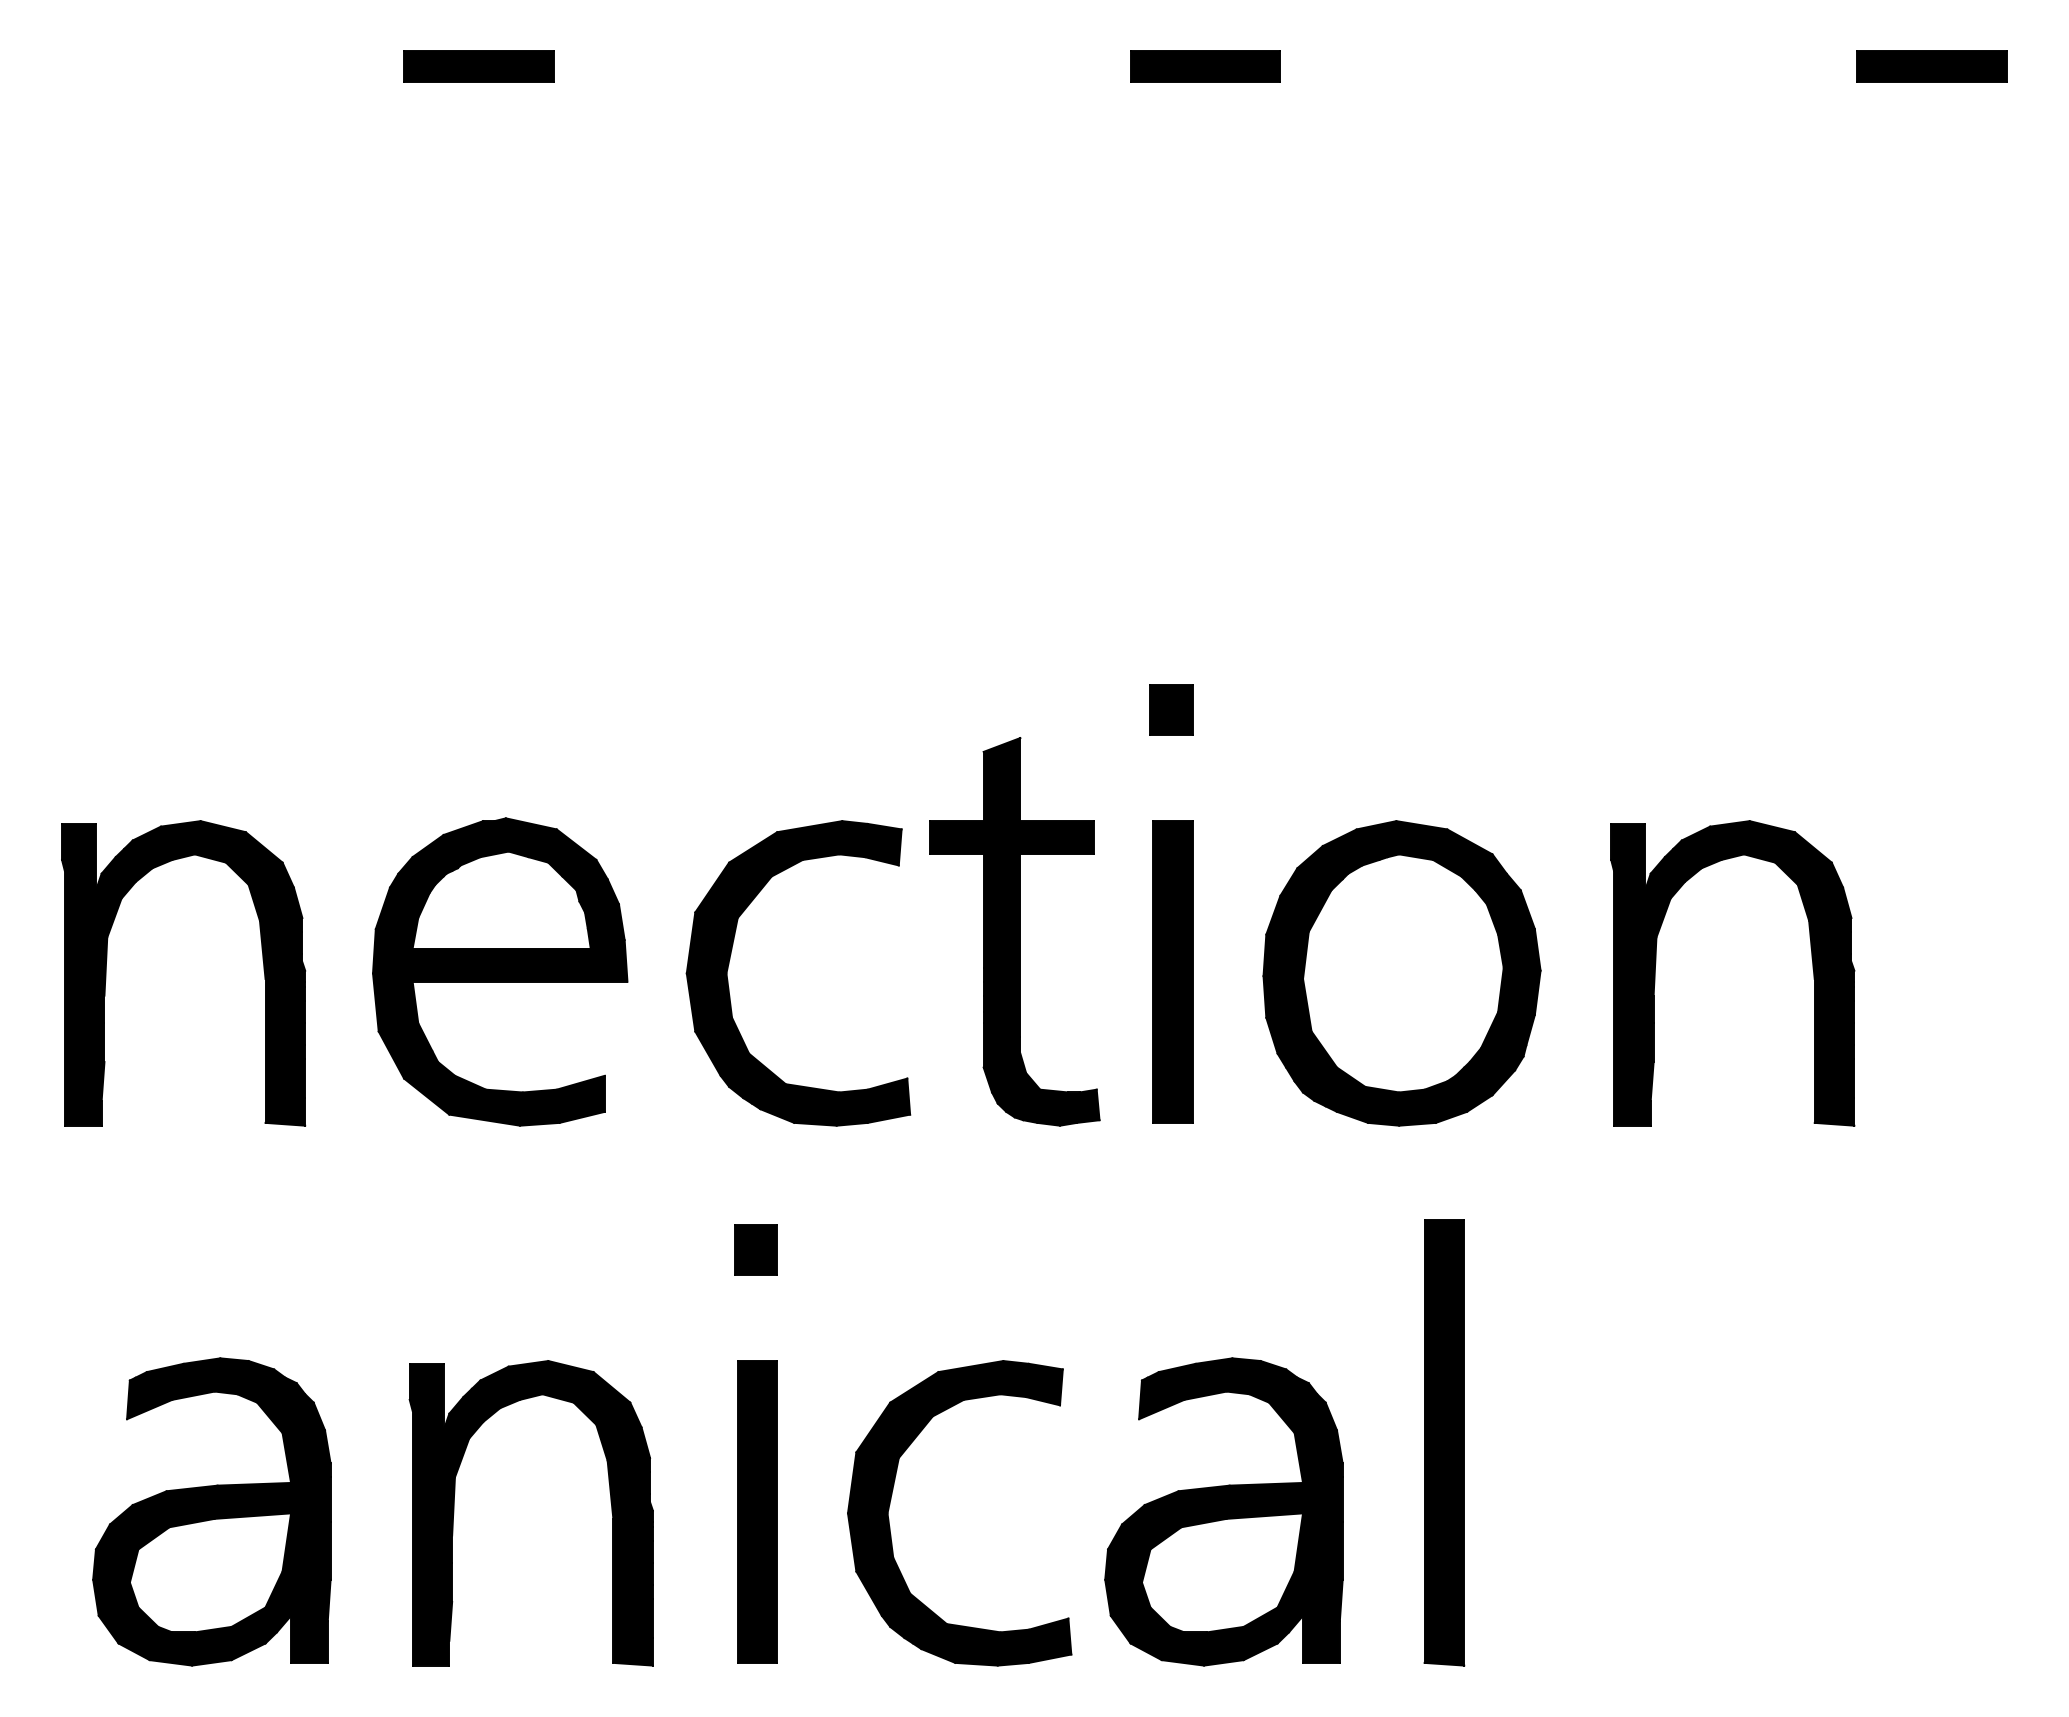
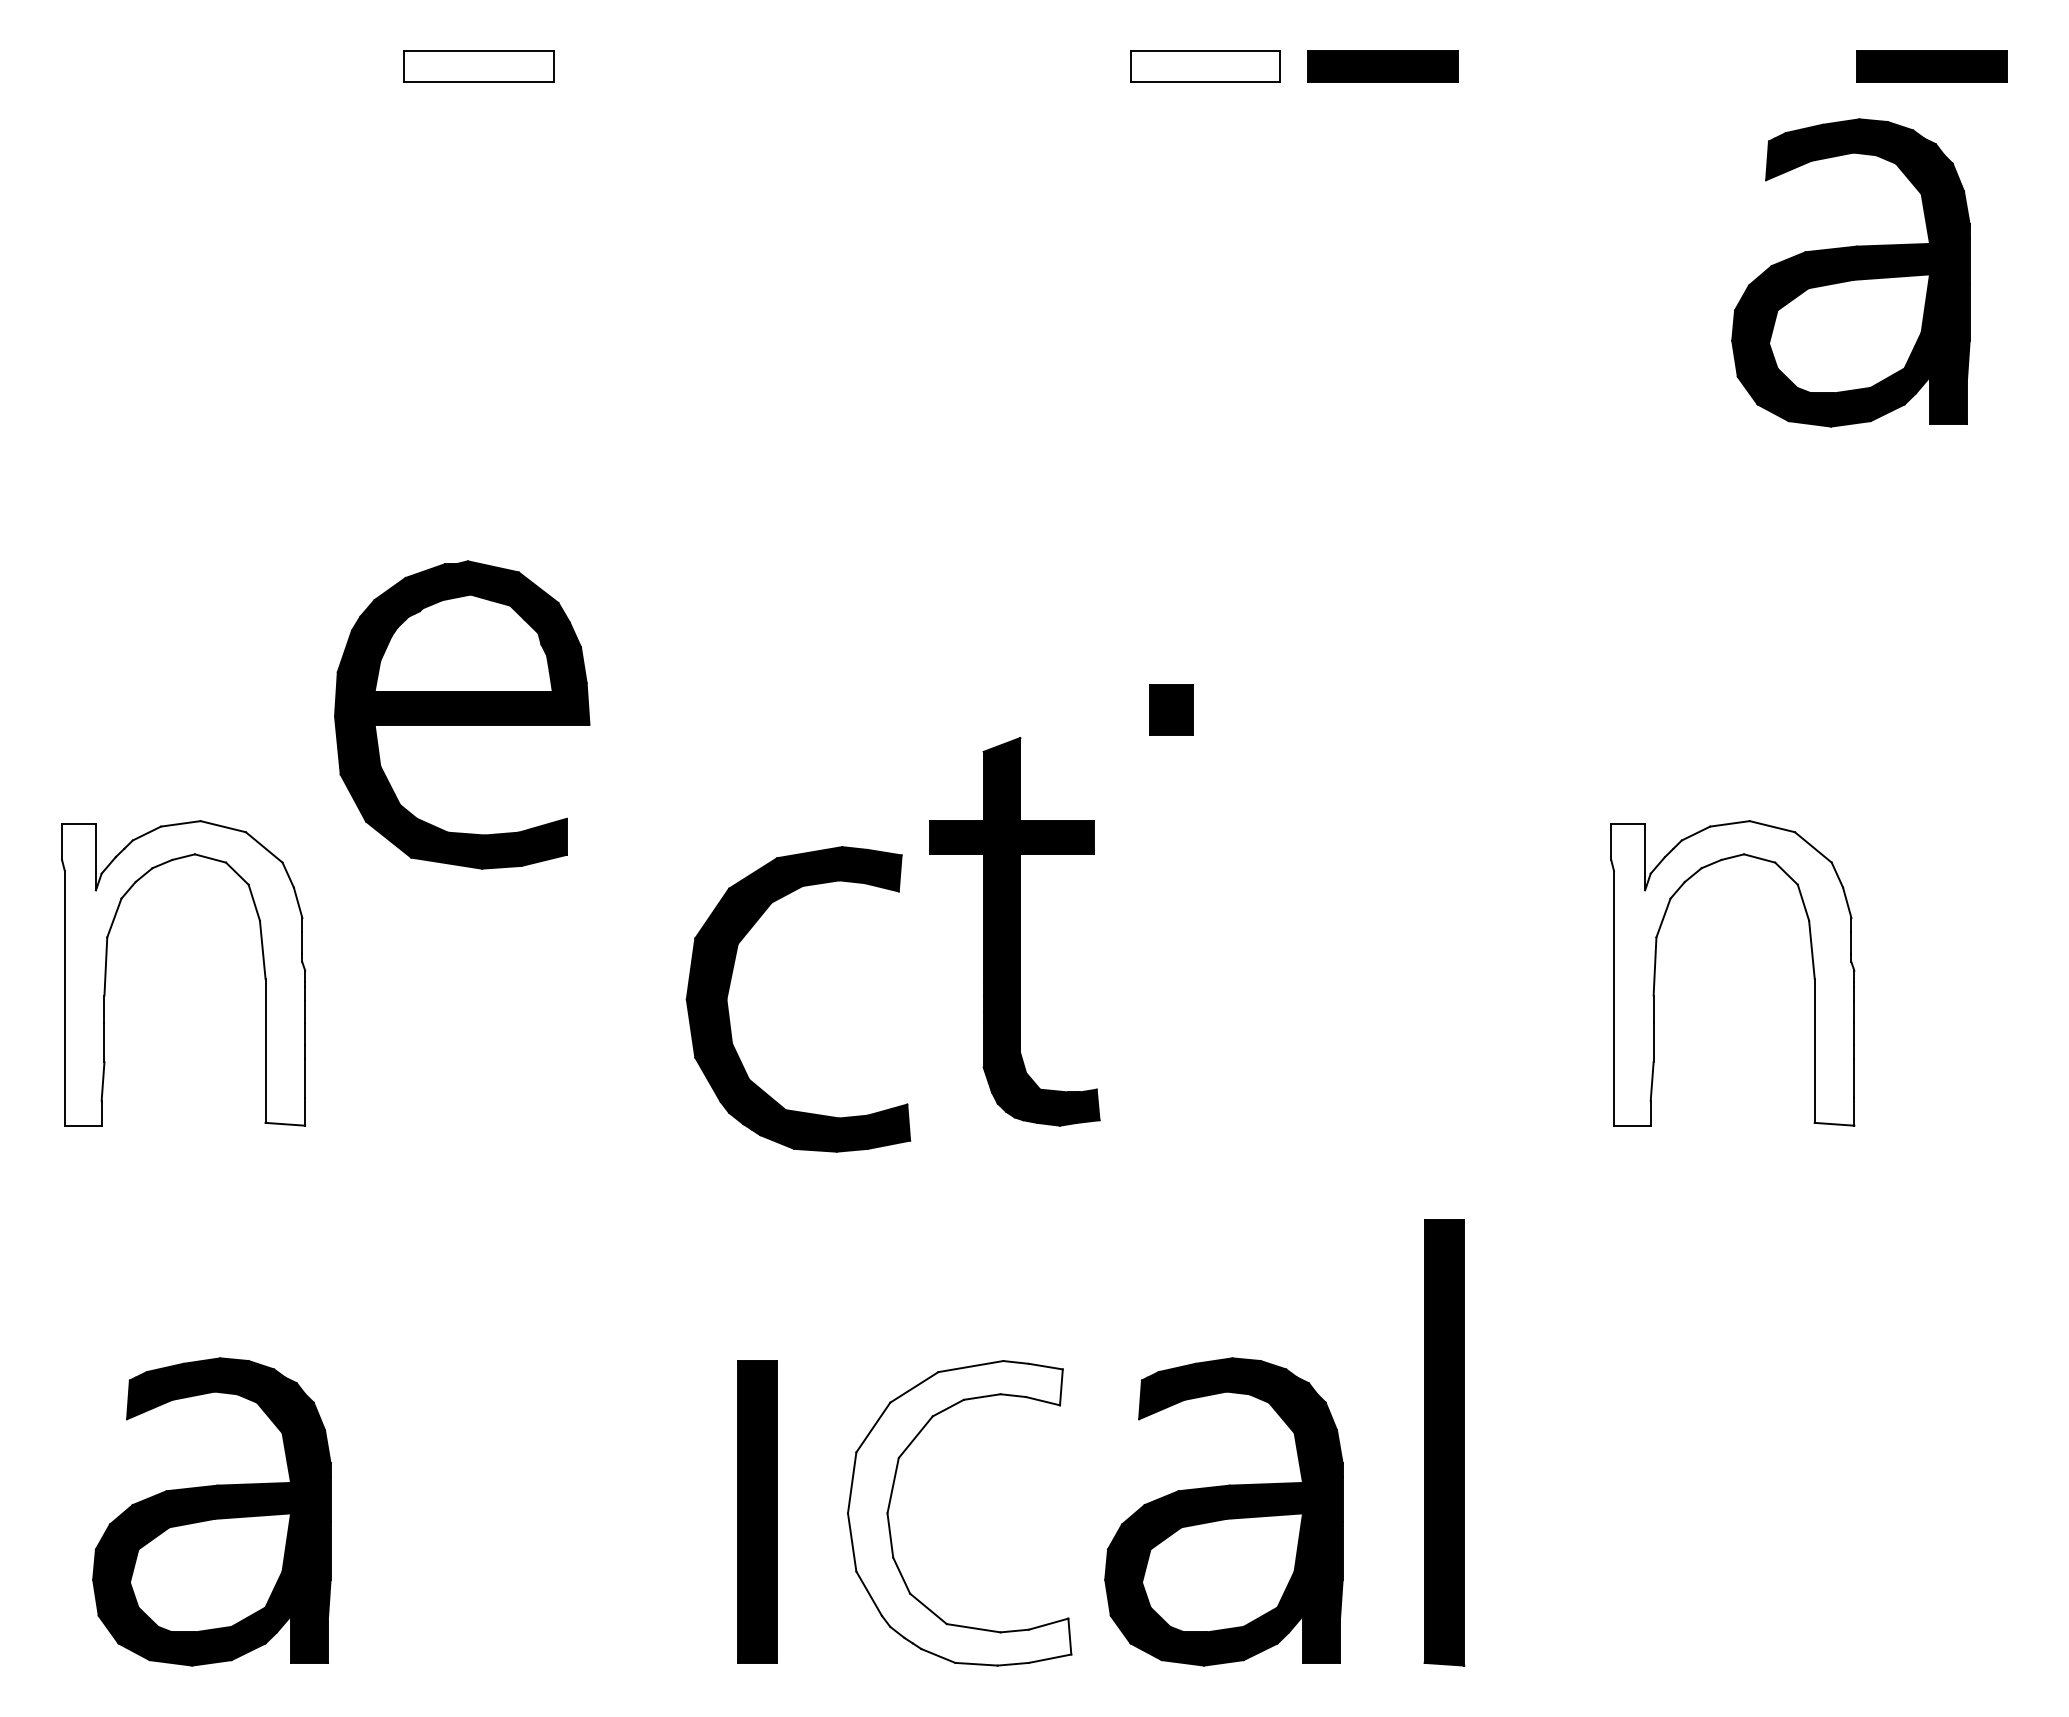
fill at (478, 66): present -> none
fill at (1205, 66): present -> none
part at (1382, 66): none -> present
part at (1850, 272): none -> present
part at (730, 959) position: (730, 959) -> (730, 985)
part at (500, 971) position: (500, 971) -> (462, 714)
part at (1172, 971): present -> none
fill at (183, 973): present -> none
part at (1401, 973): present -> none
fill at (1732, 973): present -> none
part at (755, 1249): present -> none
part at (454, 1513): present -> none
fill at (959, 1513): present -> none
